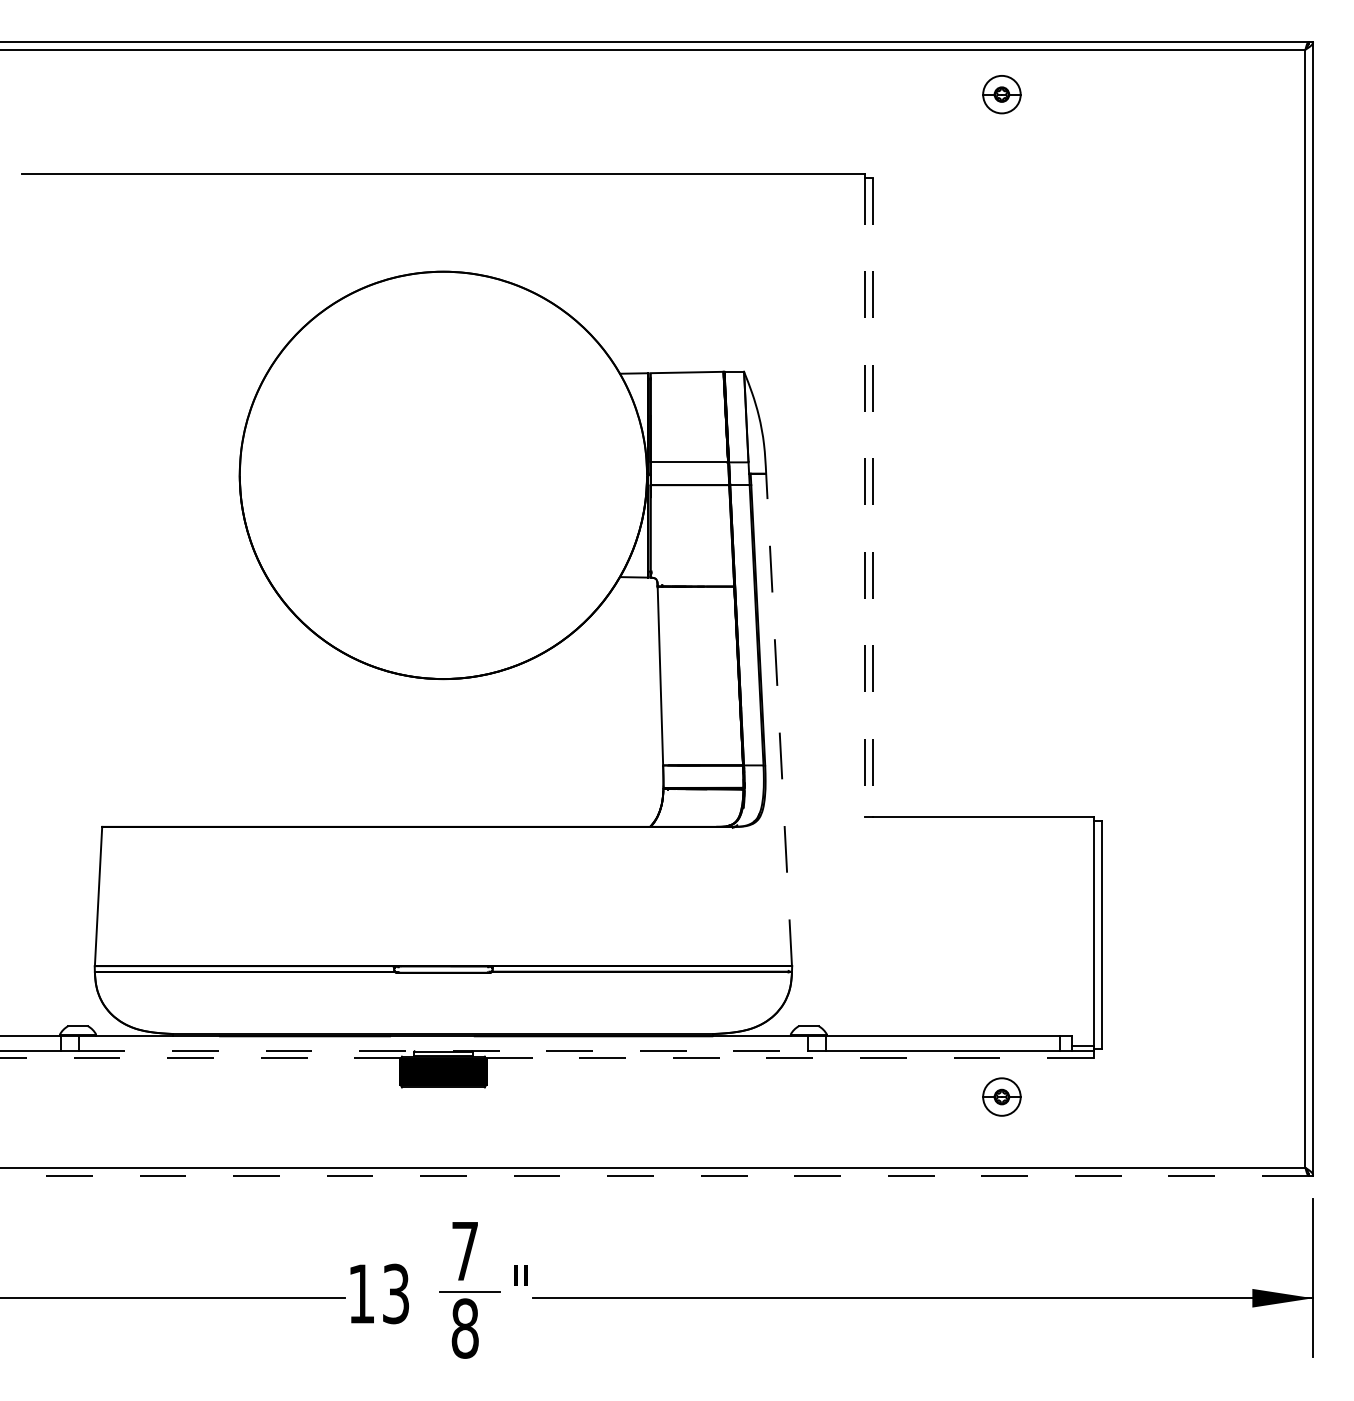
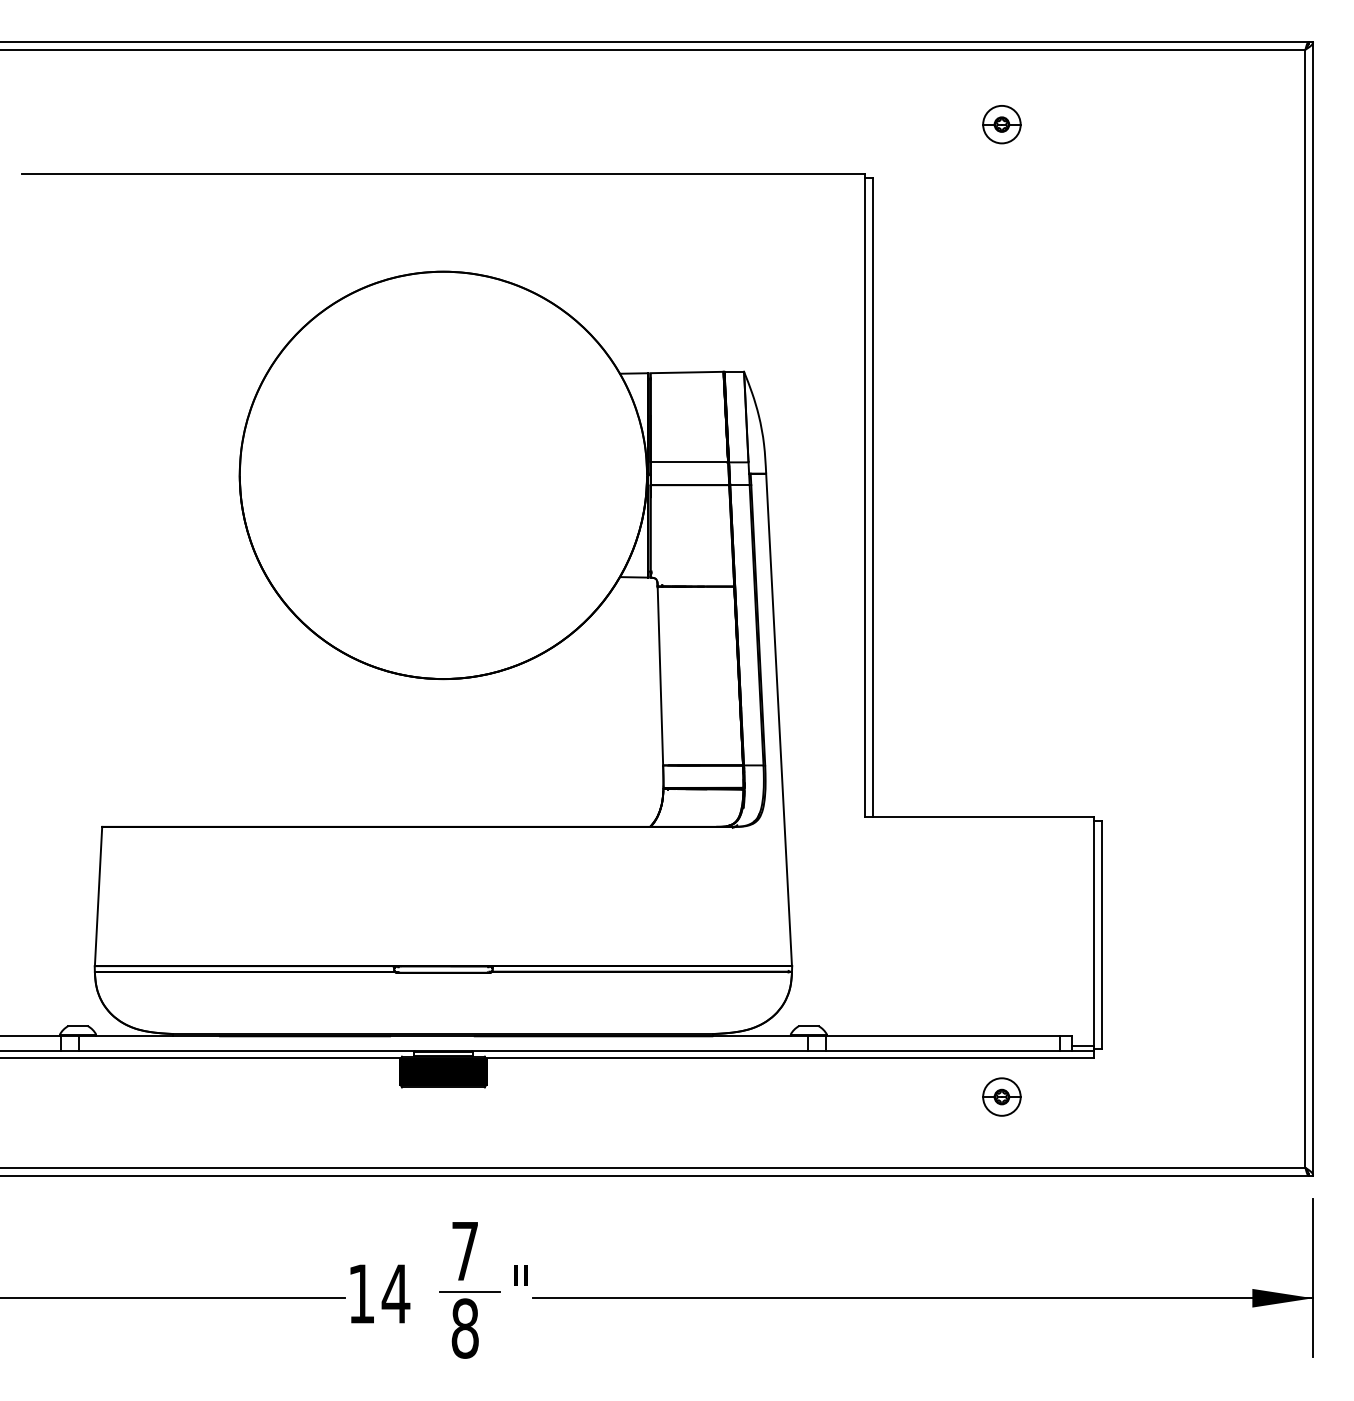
part at (1001, 94) position: (1001, 94) -> (1001, 124)
line at (865, 497): dashed -> solid
line at (872, 497): dashed -> solid
line at (779, 719): dashed -> solid
line at (443, 1050): dashed -> solid
line at (201, 1058): dashed -> solid
line at (789, 1058): dashed -> solid
line at (654, 1175): dashed -> solid
text at (395, 1293): 13 -> 14
